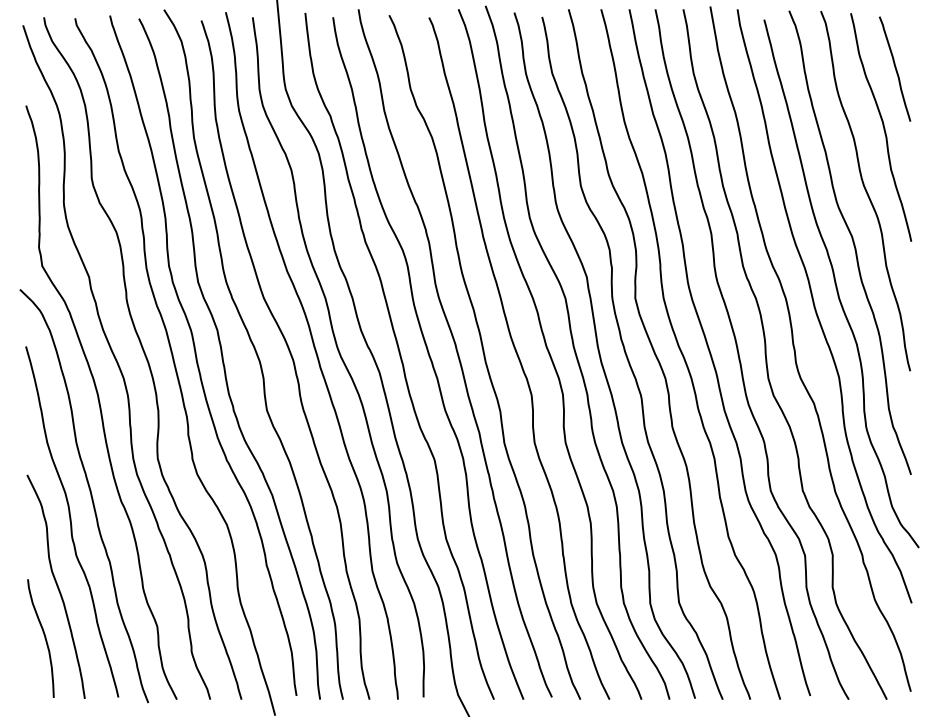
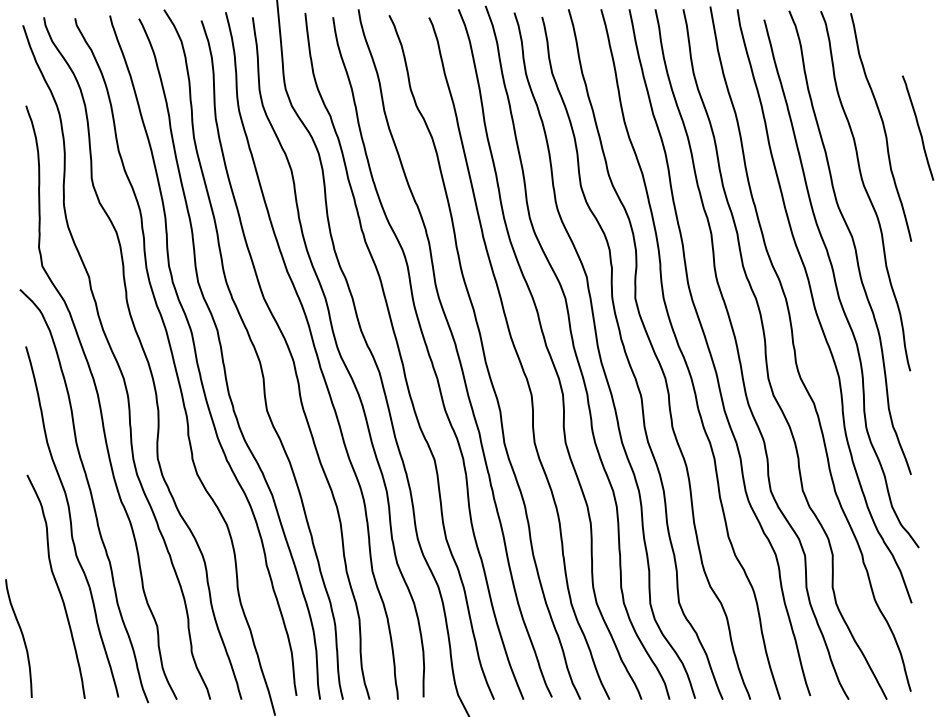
curve at (895, 68) position: (895, 68) -> (918, 127)
curve at (44, 638) position: (44, 638) -> (22, 638)
